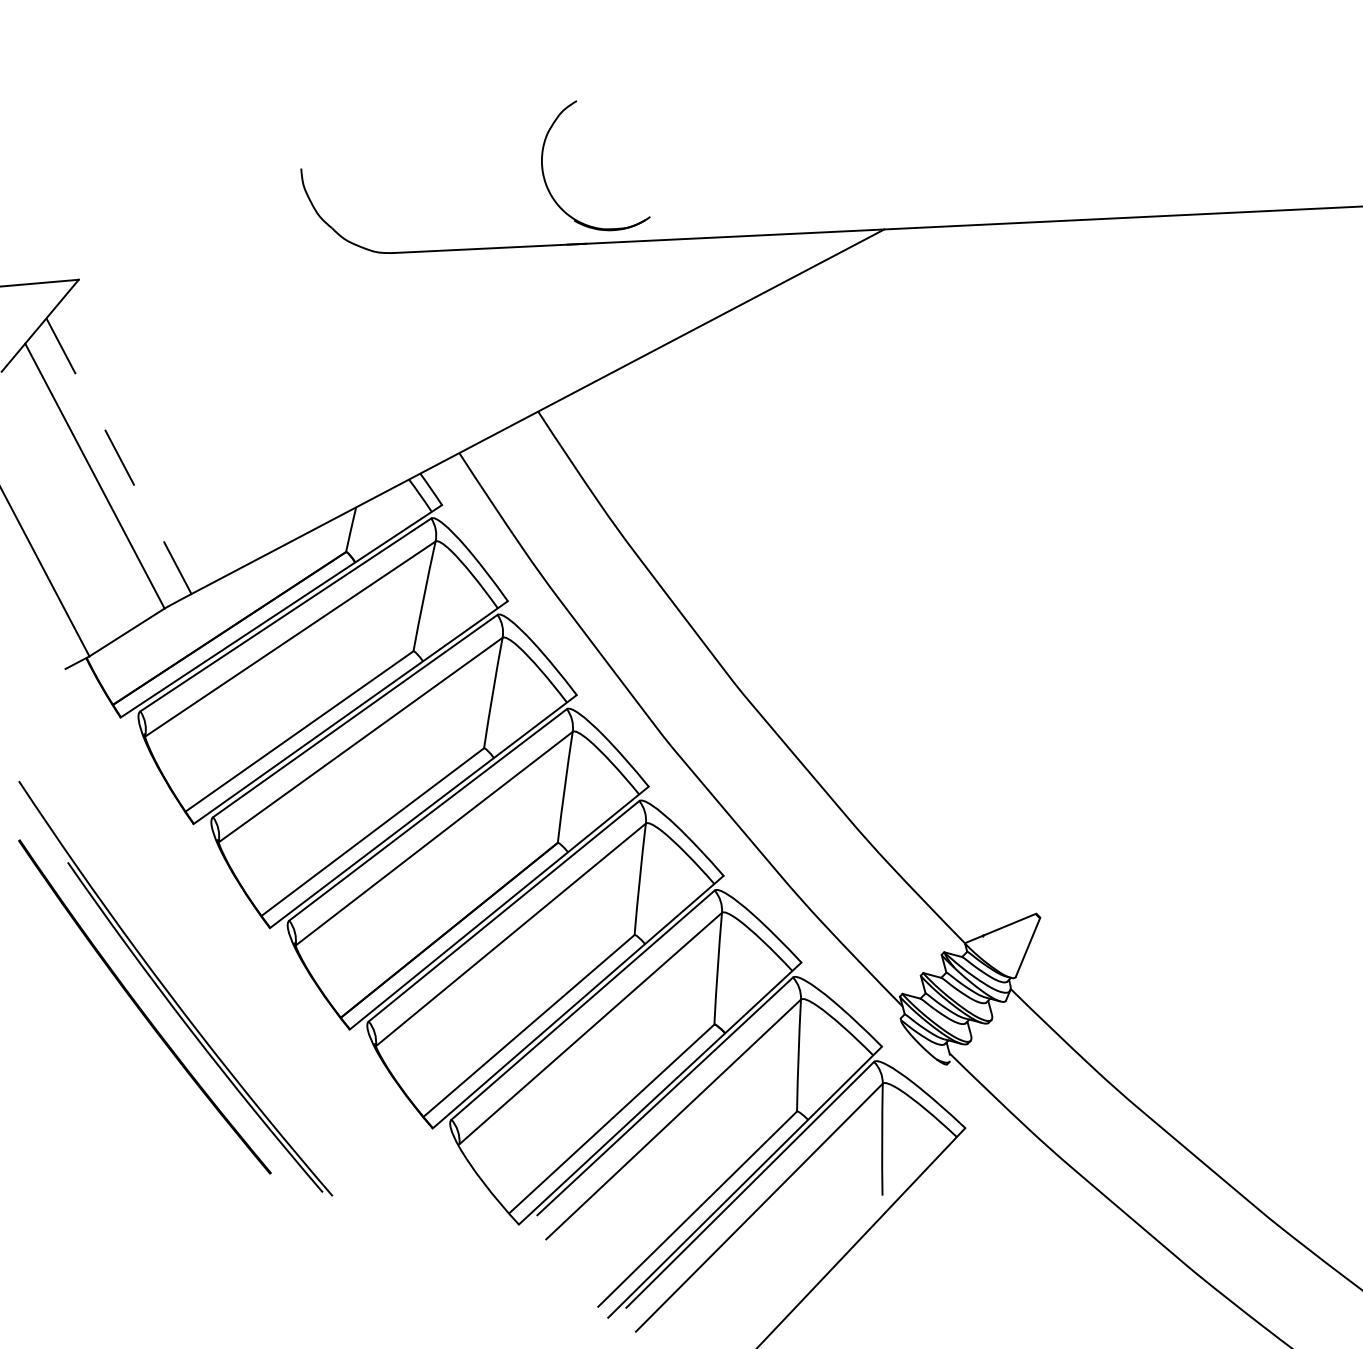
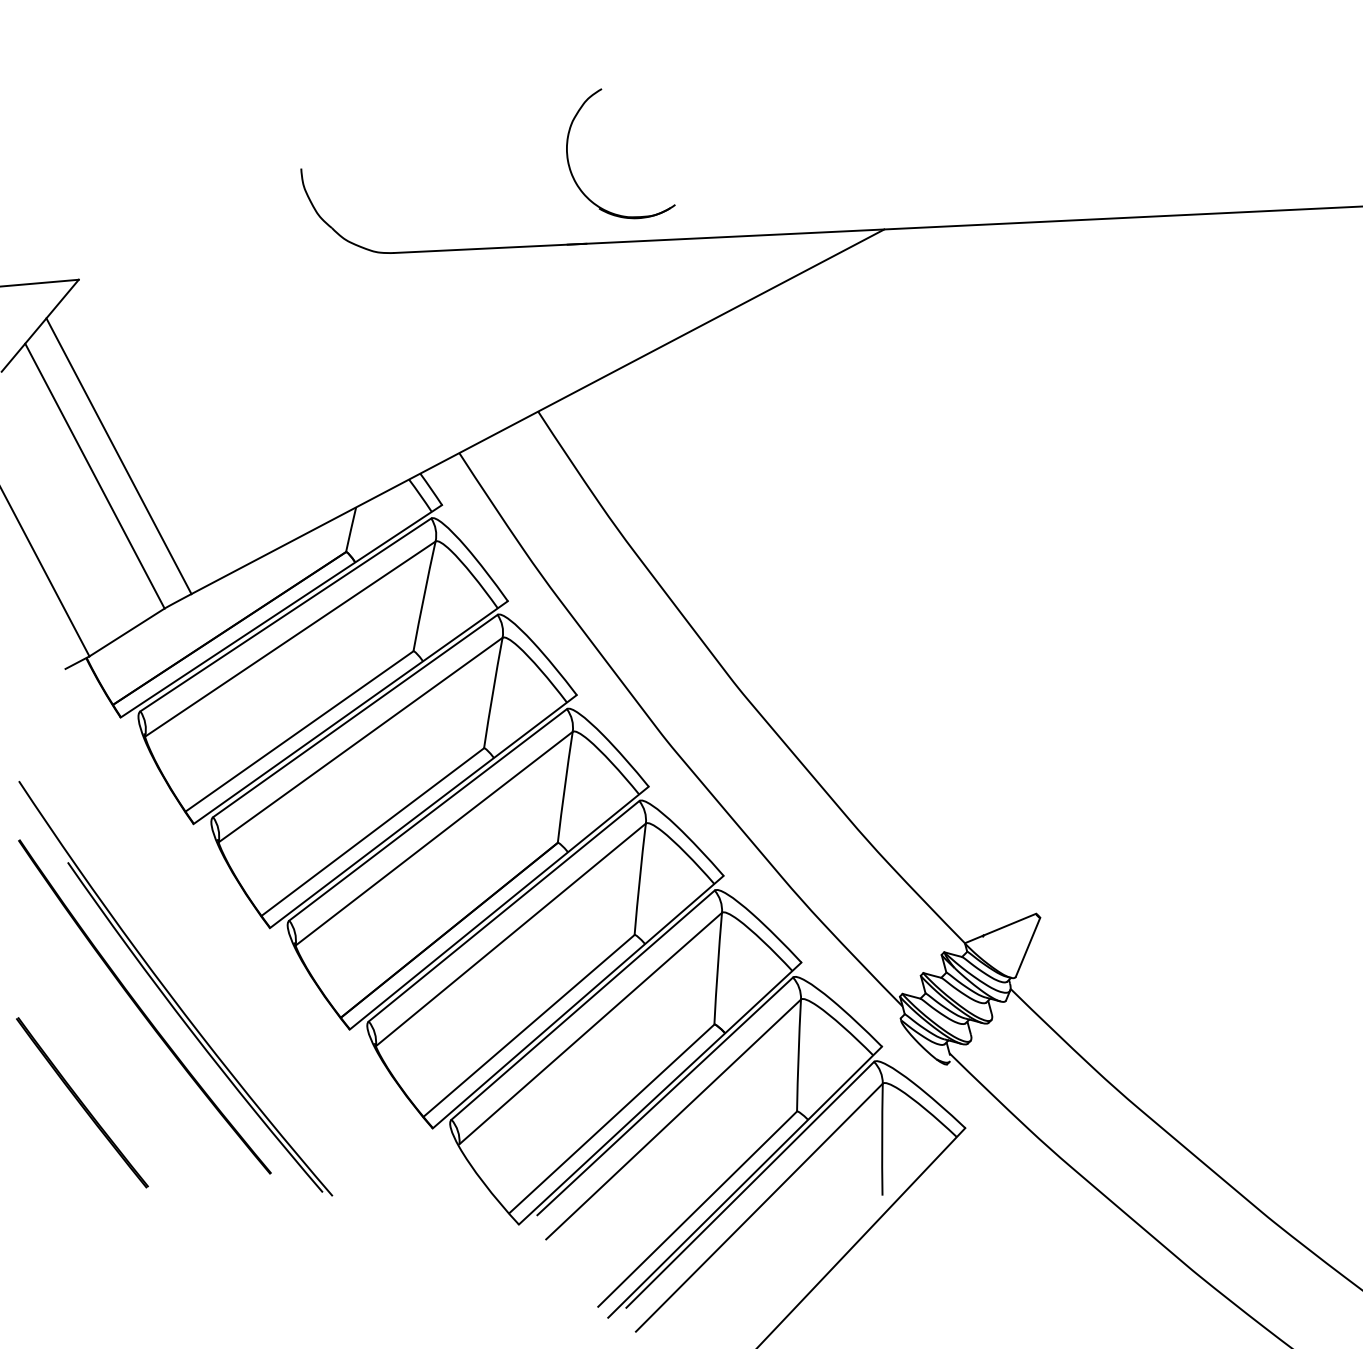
part at (547, 184) position: (547, 184) -> (572, 172)
line at (118, 456): dashed -> solid
part at (82, 1102): none -> present
